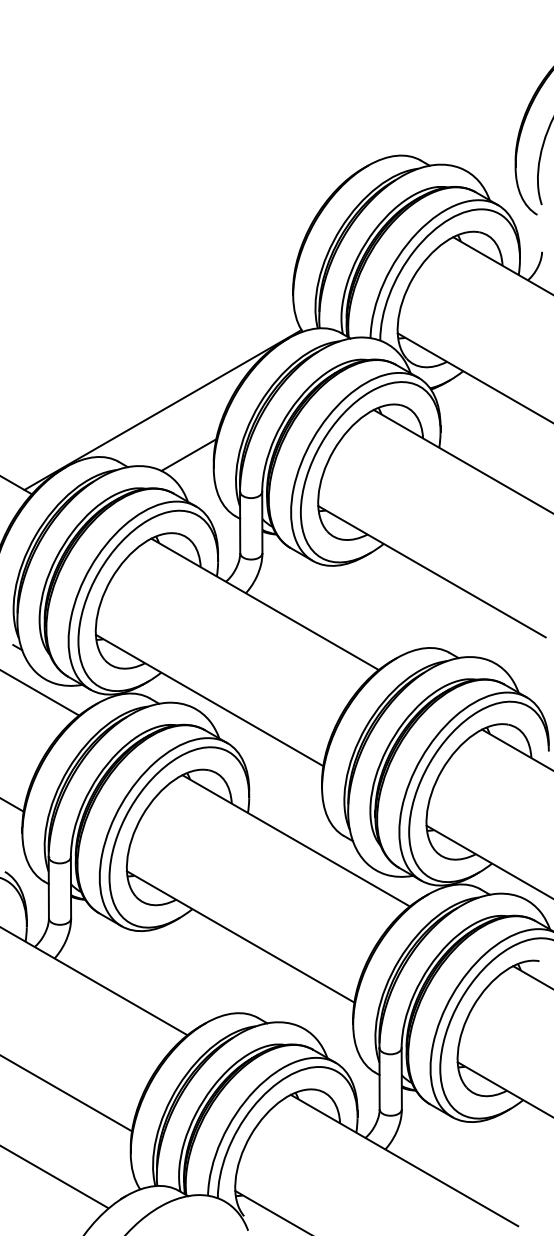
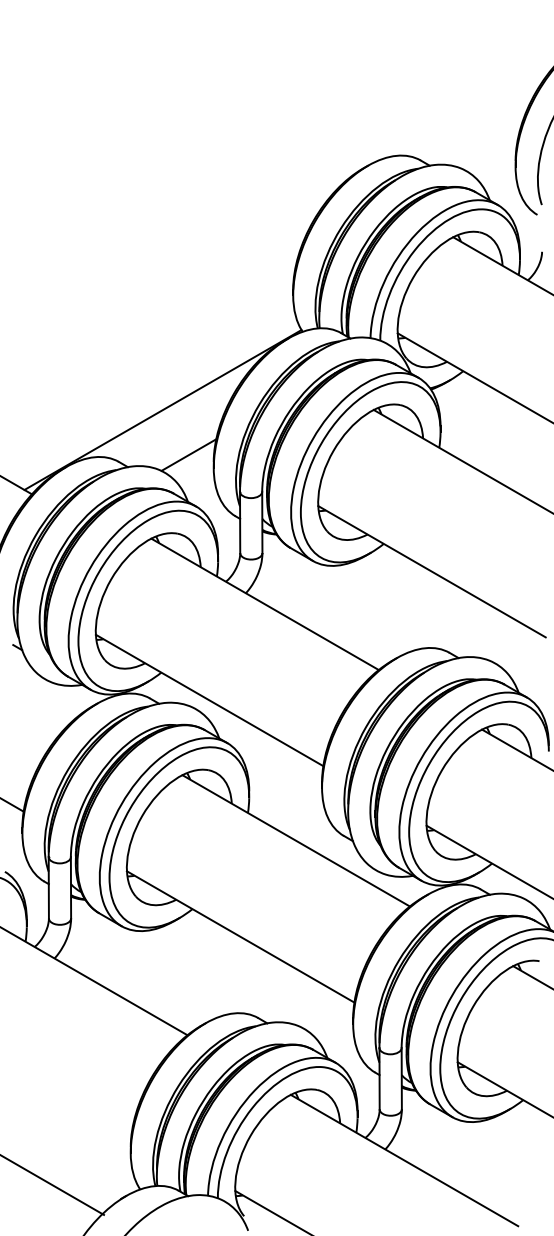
line at (40, 693): present -> none
line at (66, 1093): present -> none
line at (55, 1176) position: (55, 1176) -> (53, 1185)
